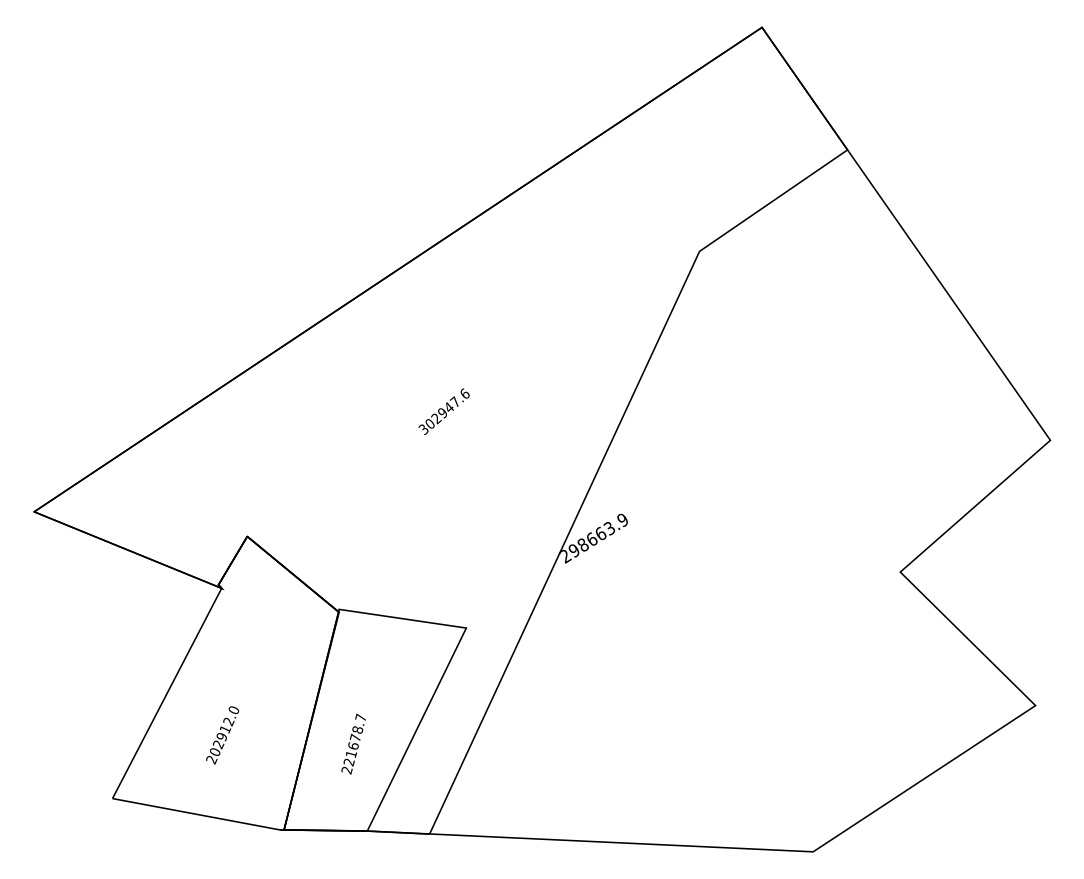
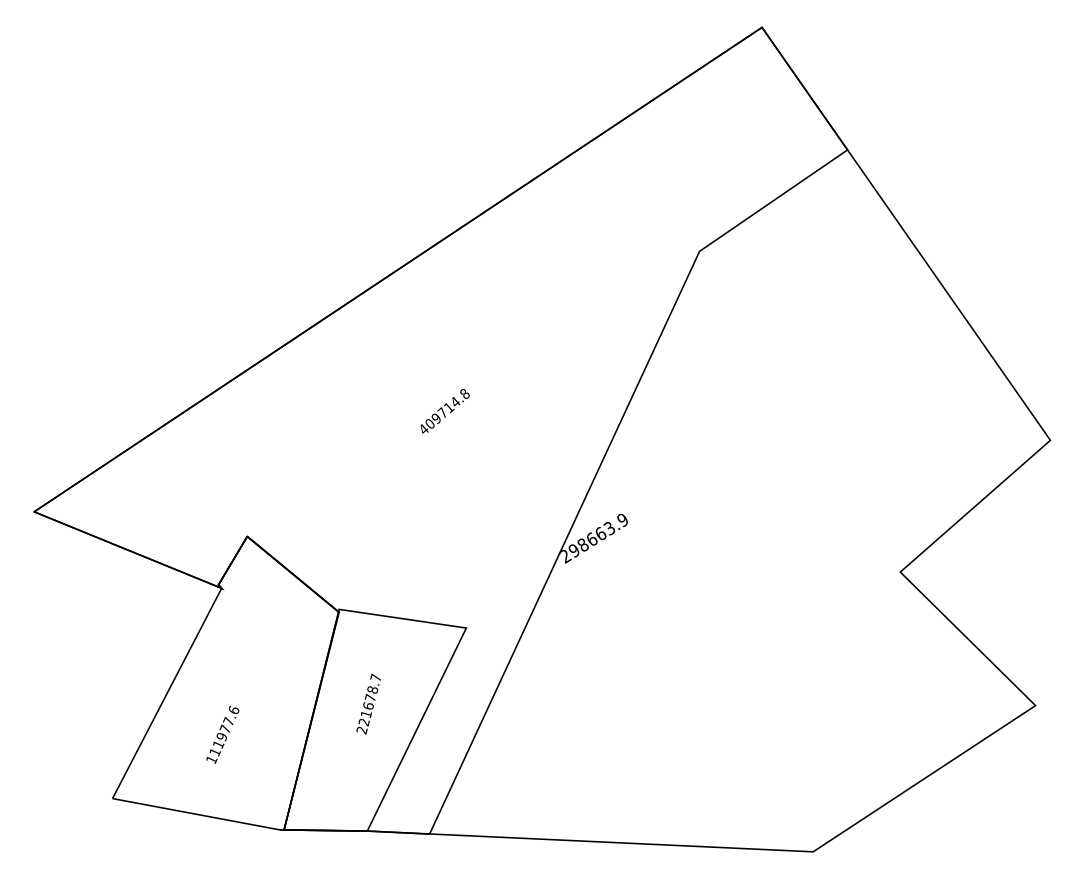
text at (443, 411): 302947.6 -> 409714.8
text at (222, 734): 202912.0 -> 111977.6
text at (353, 743) position: (353, 743) -> (368, 703)
